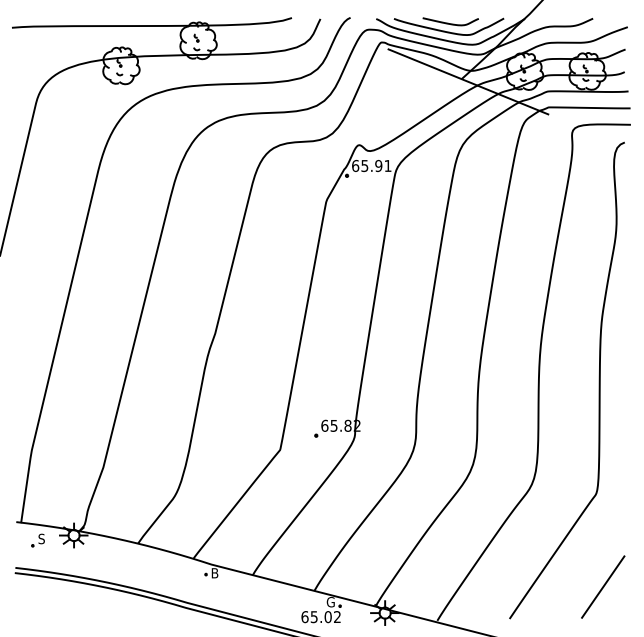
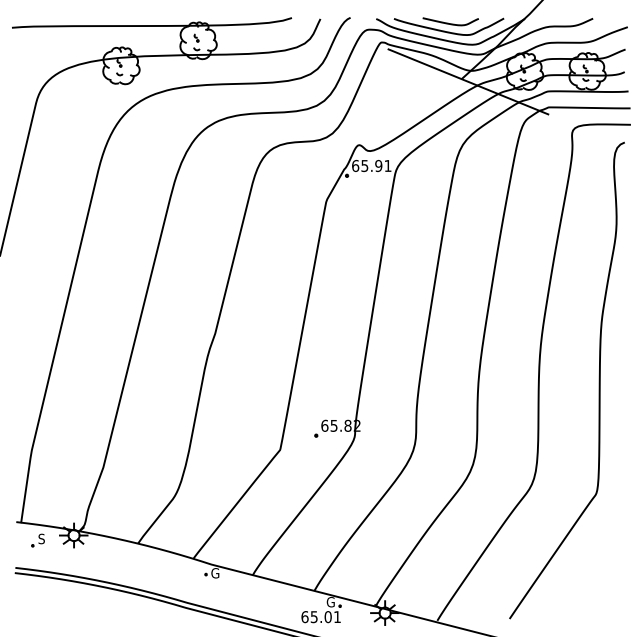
text at (215, 573): B -> G
line at (603, 586): present -> none
text at (337, 616): 65.02 -> 65.01
